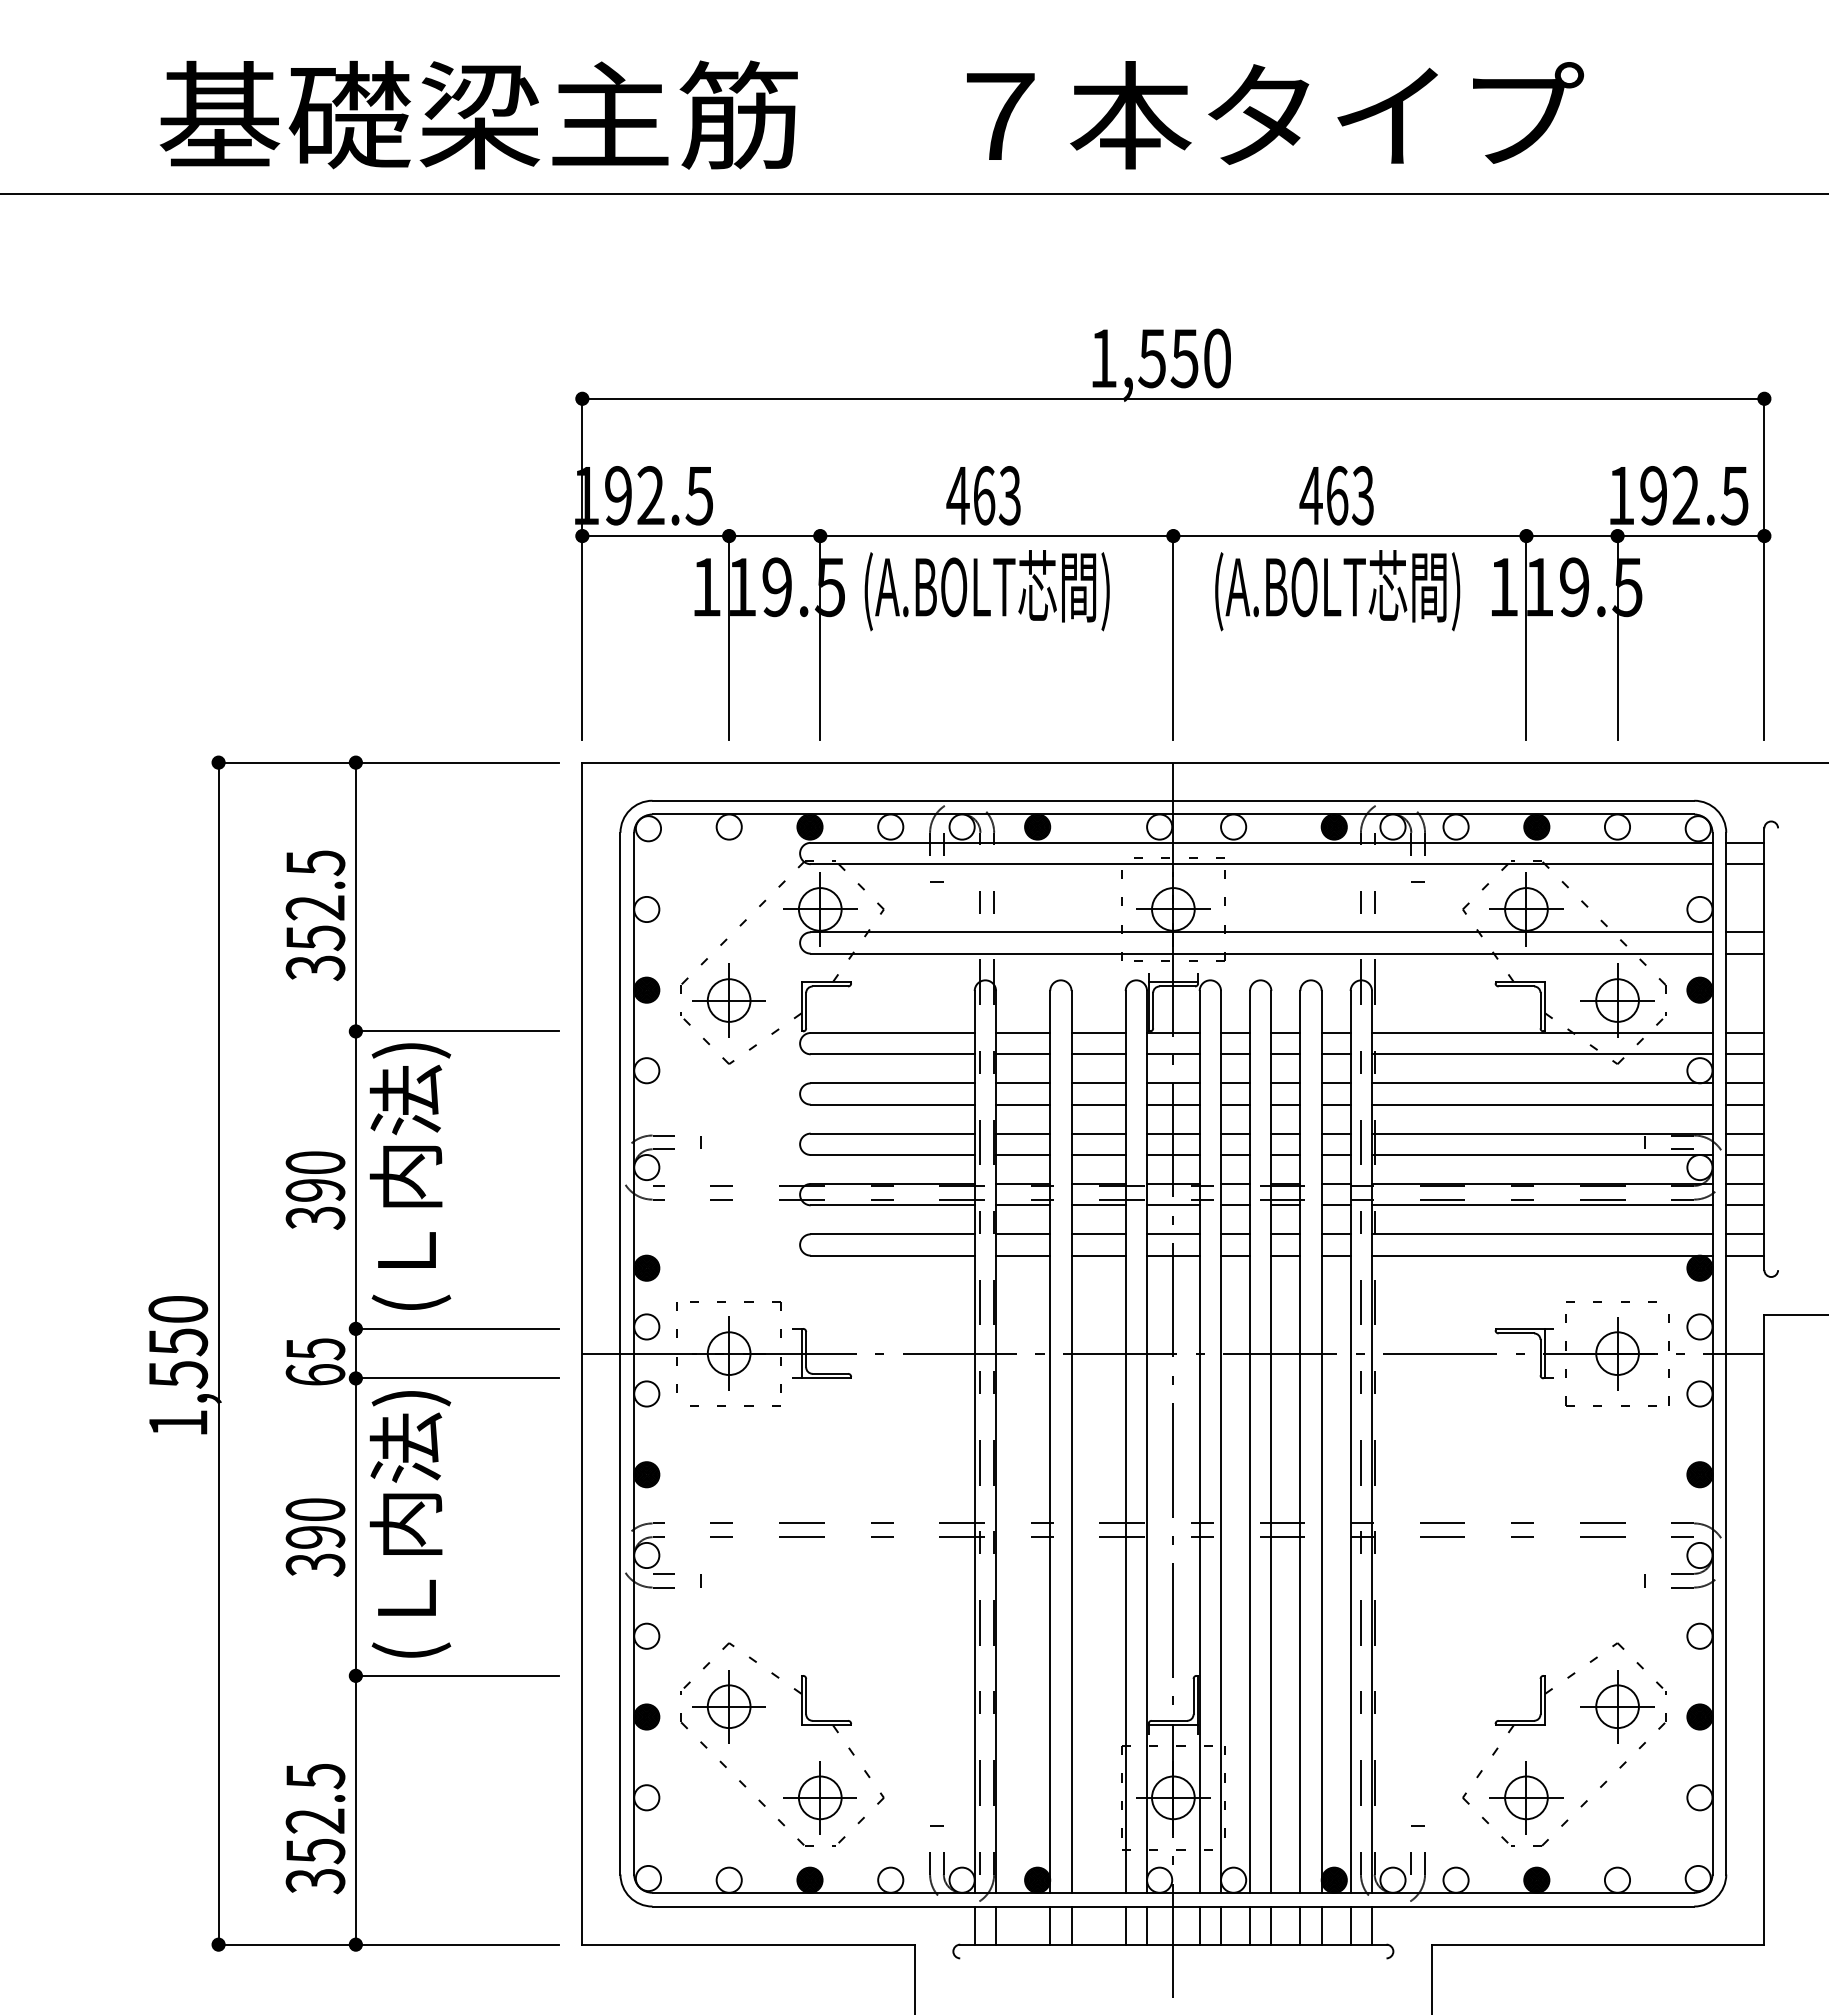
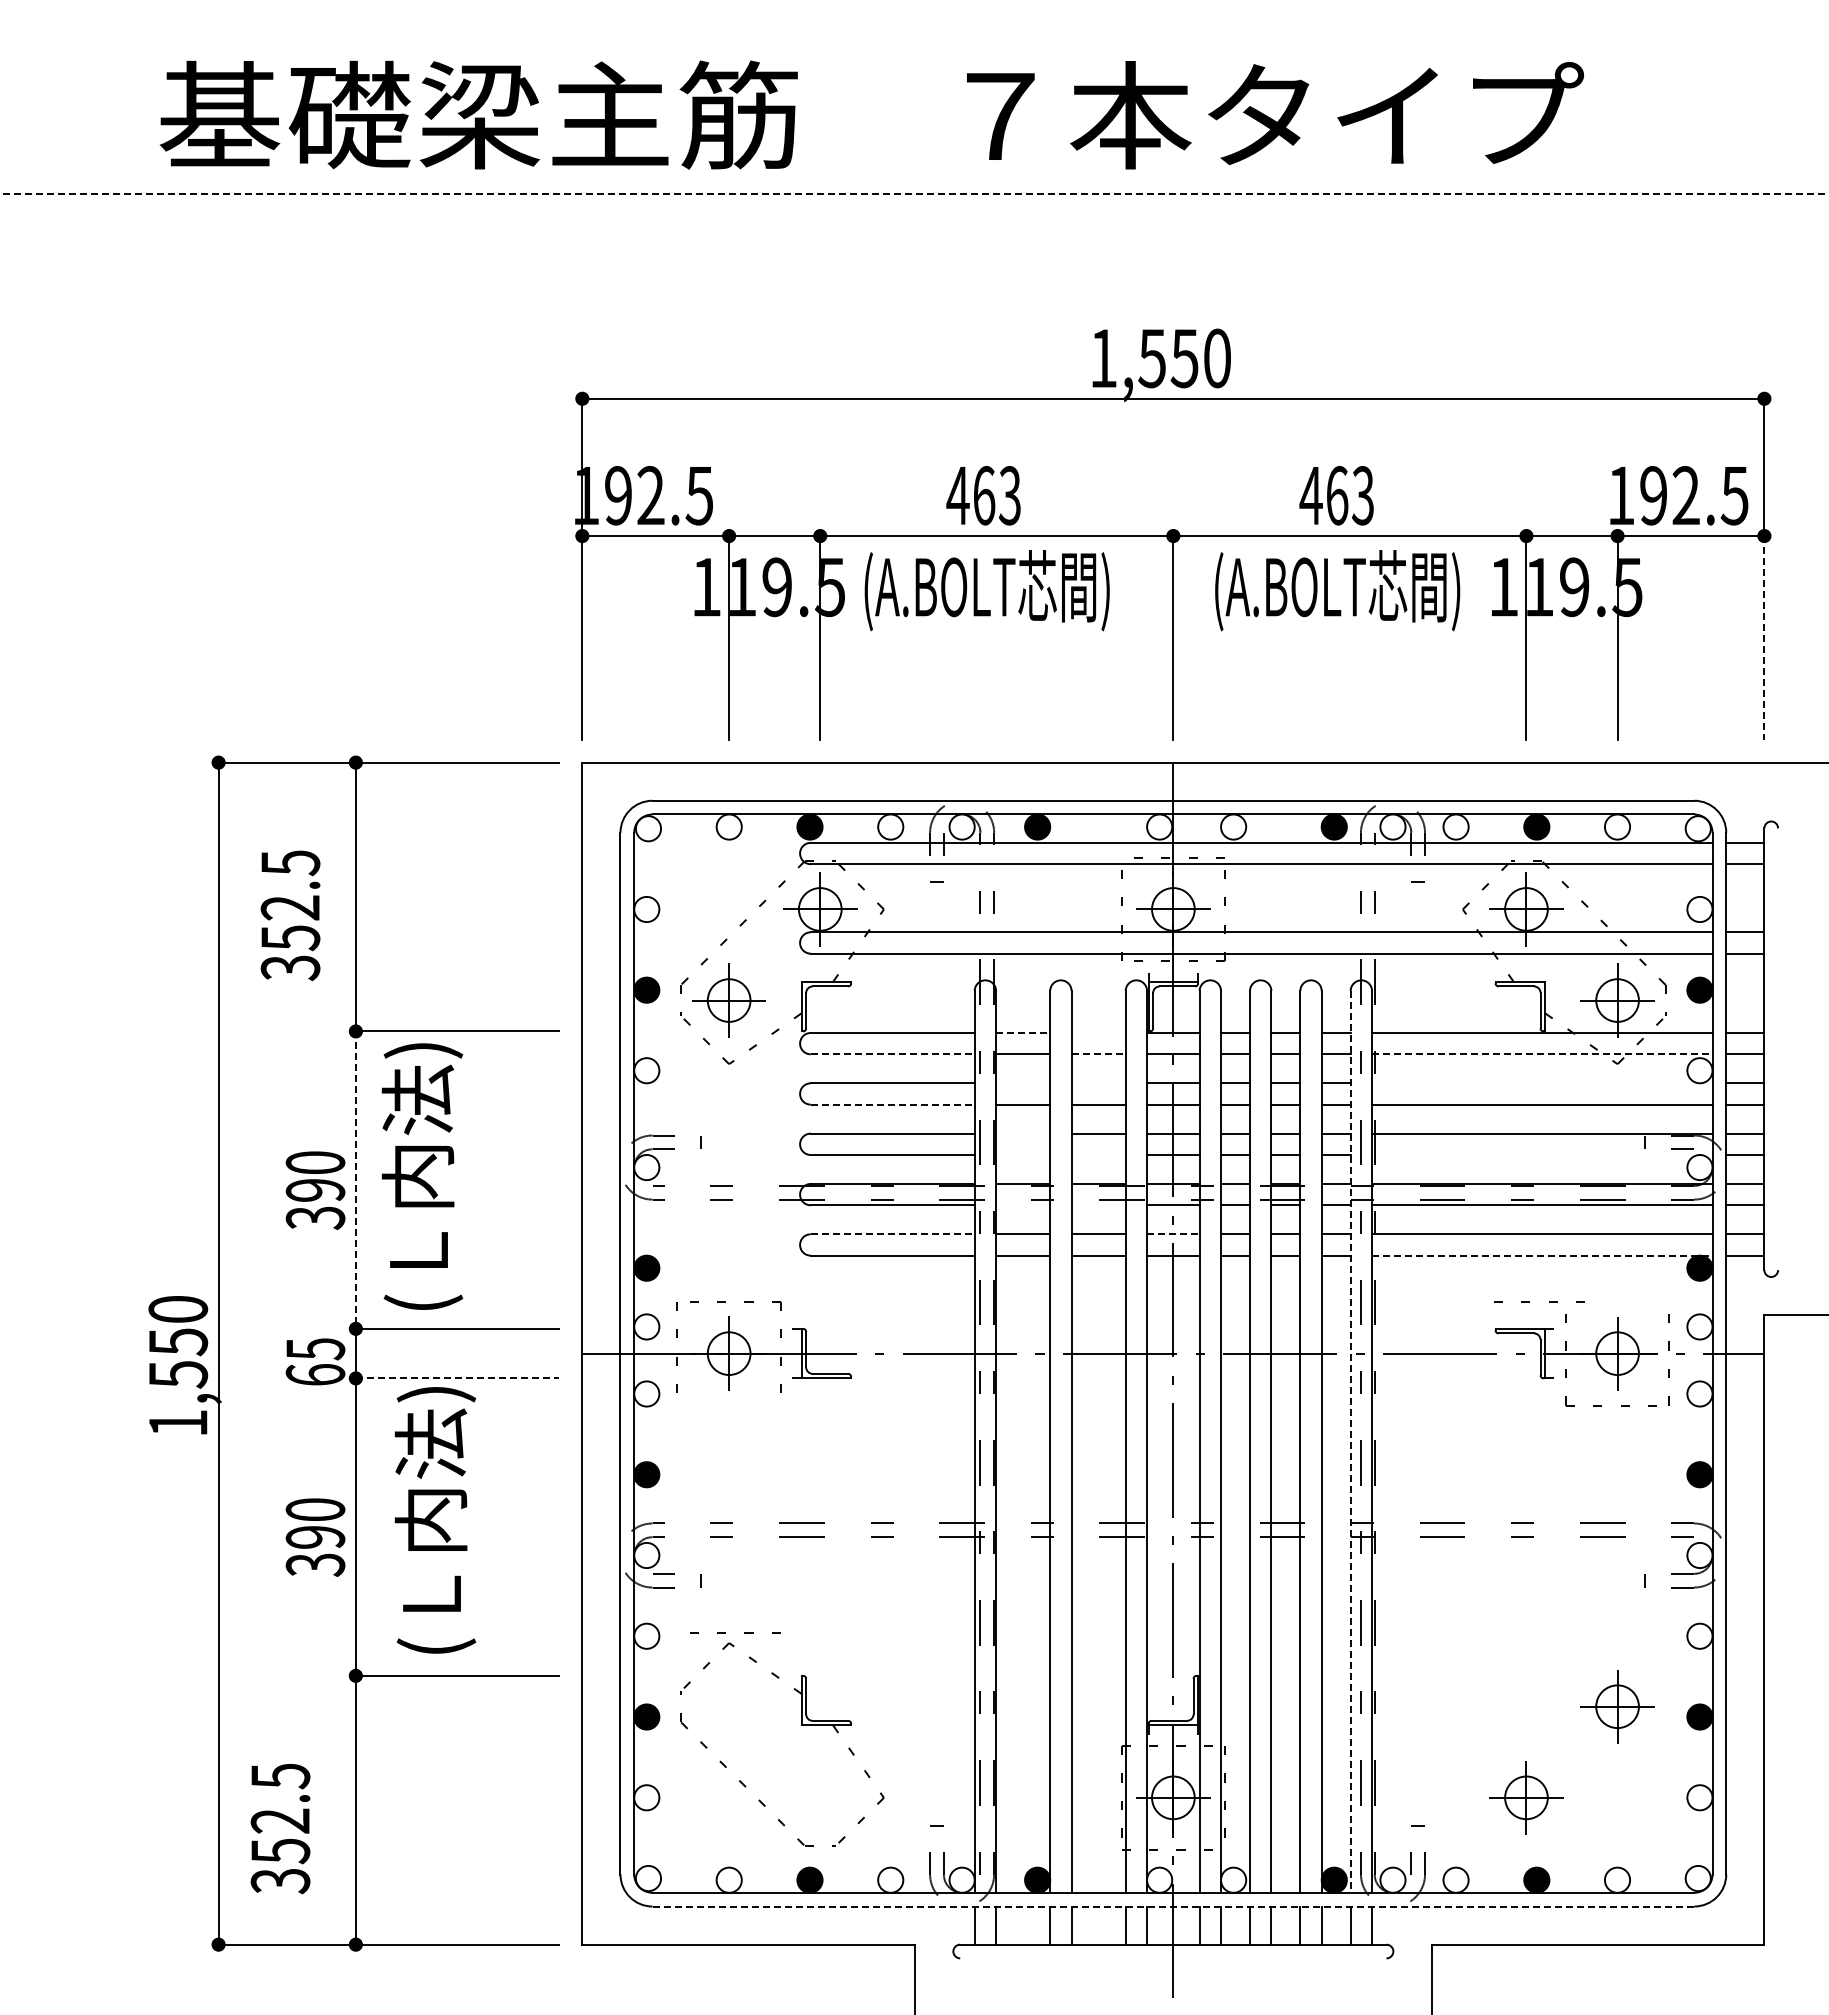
line at (914, 194): solid -> dashed
line at (1764, 637): solid -> dashed
text at (315, 915) position: (315, 915) -> (290, 915)
line at (1023, 1032): solid -> dashed
line at (1098, 1032): present -> none
line at (892, 1054): solid -> dashed
line at (1099, 1054): solid -> dashed
line at (1542, 1054): solid -> dashed
line at (1023, 1083): present -> none
line at (1098, 1083): present -> none
line at (1542, 1083): present -> none
line at (892, 1104): solid -> dashed
line at (1023, 1133): present -> none
line at (1023, 1154): present -> none
line at (1098, 1154): present -> none
line at (1542, 1154): present -> none
text at (410, 1176) position: (410, 1176) -> (422, 1176)
line at (355, 1180): solid -> dashed
line at (1023, 1205): present -> none
line at (1098, 1205): present -> none
line at (892, 1234): solid -> dashed
line at (1173, 1234): solid -> dashed
line at (1542, 1255): solid -> dashed
line at (1601, 1301) position: (1601, 1301) -> (1529, 1301)
line at (457, 1378): solid -> dashed
line at (744, 1405) position: (744, 1405) -> (744, 1632)
line at (1350, 1441): solid -> dashed
text at (410, 1524) position: (410, 1524) -> (435, 1520)
part at (728, 1706): present -> none
part at (1545, 1725): present -> none
part at (819, 1797): present -> none
text at (315, 1829) position: (315, 1829) -> (280, 1829)
line at (1173, 1906): solid -> dashed
